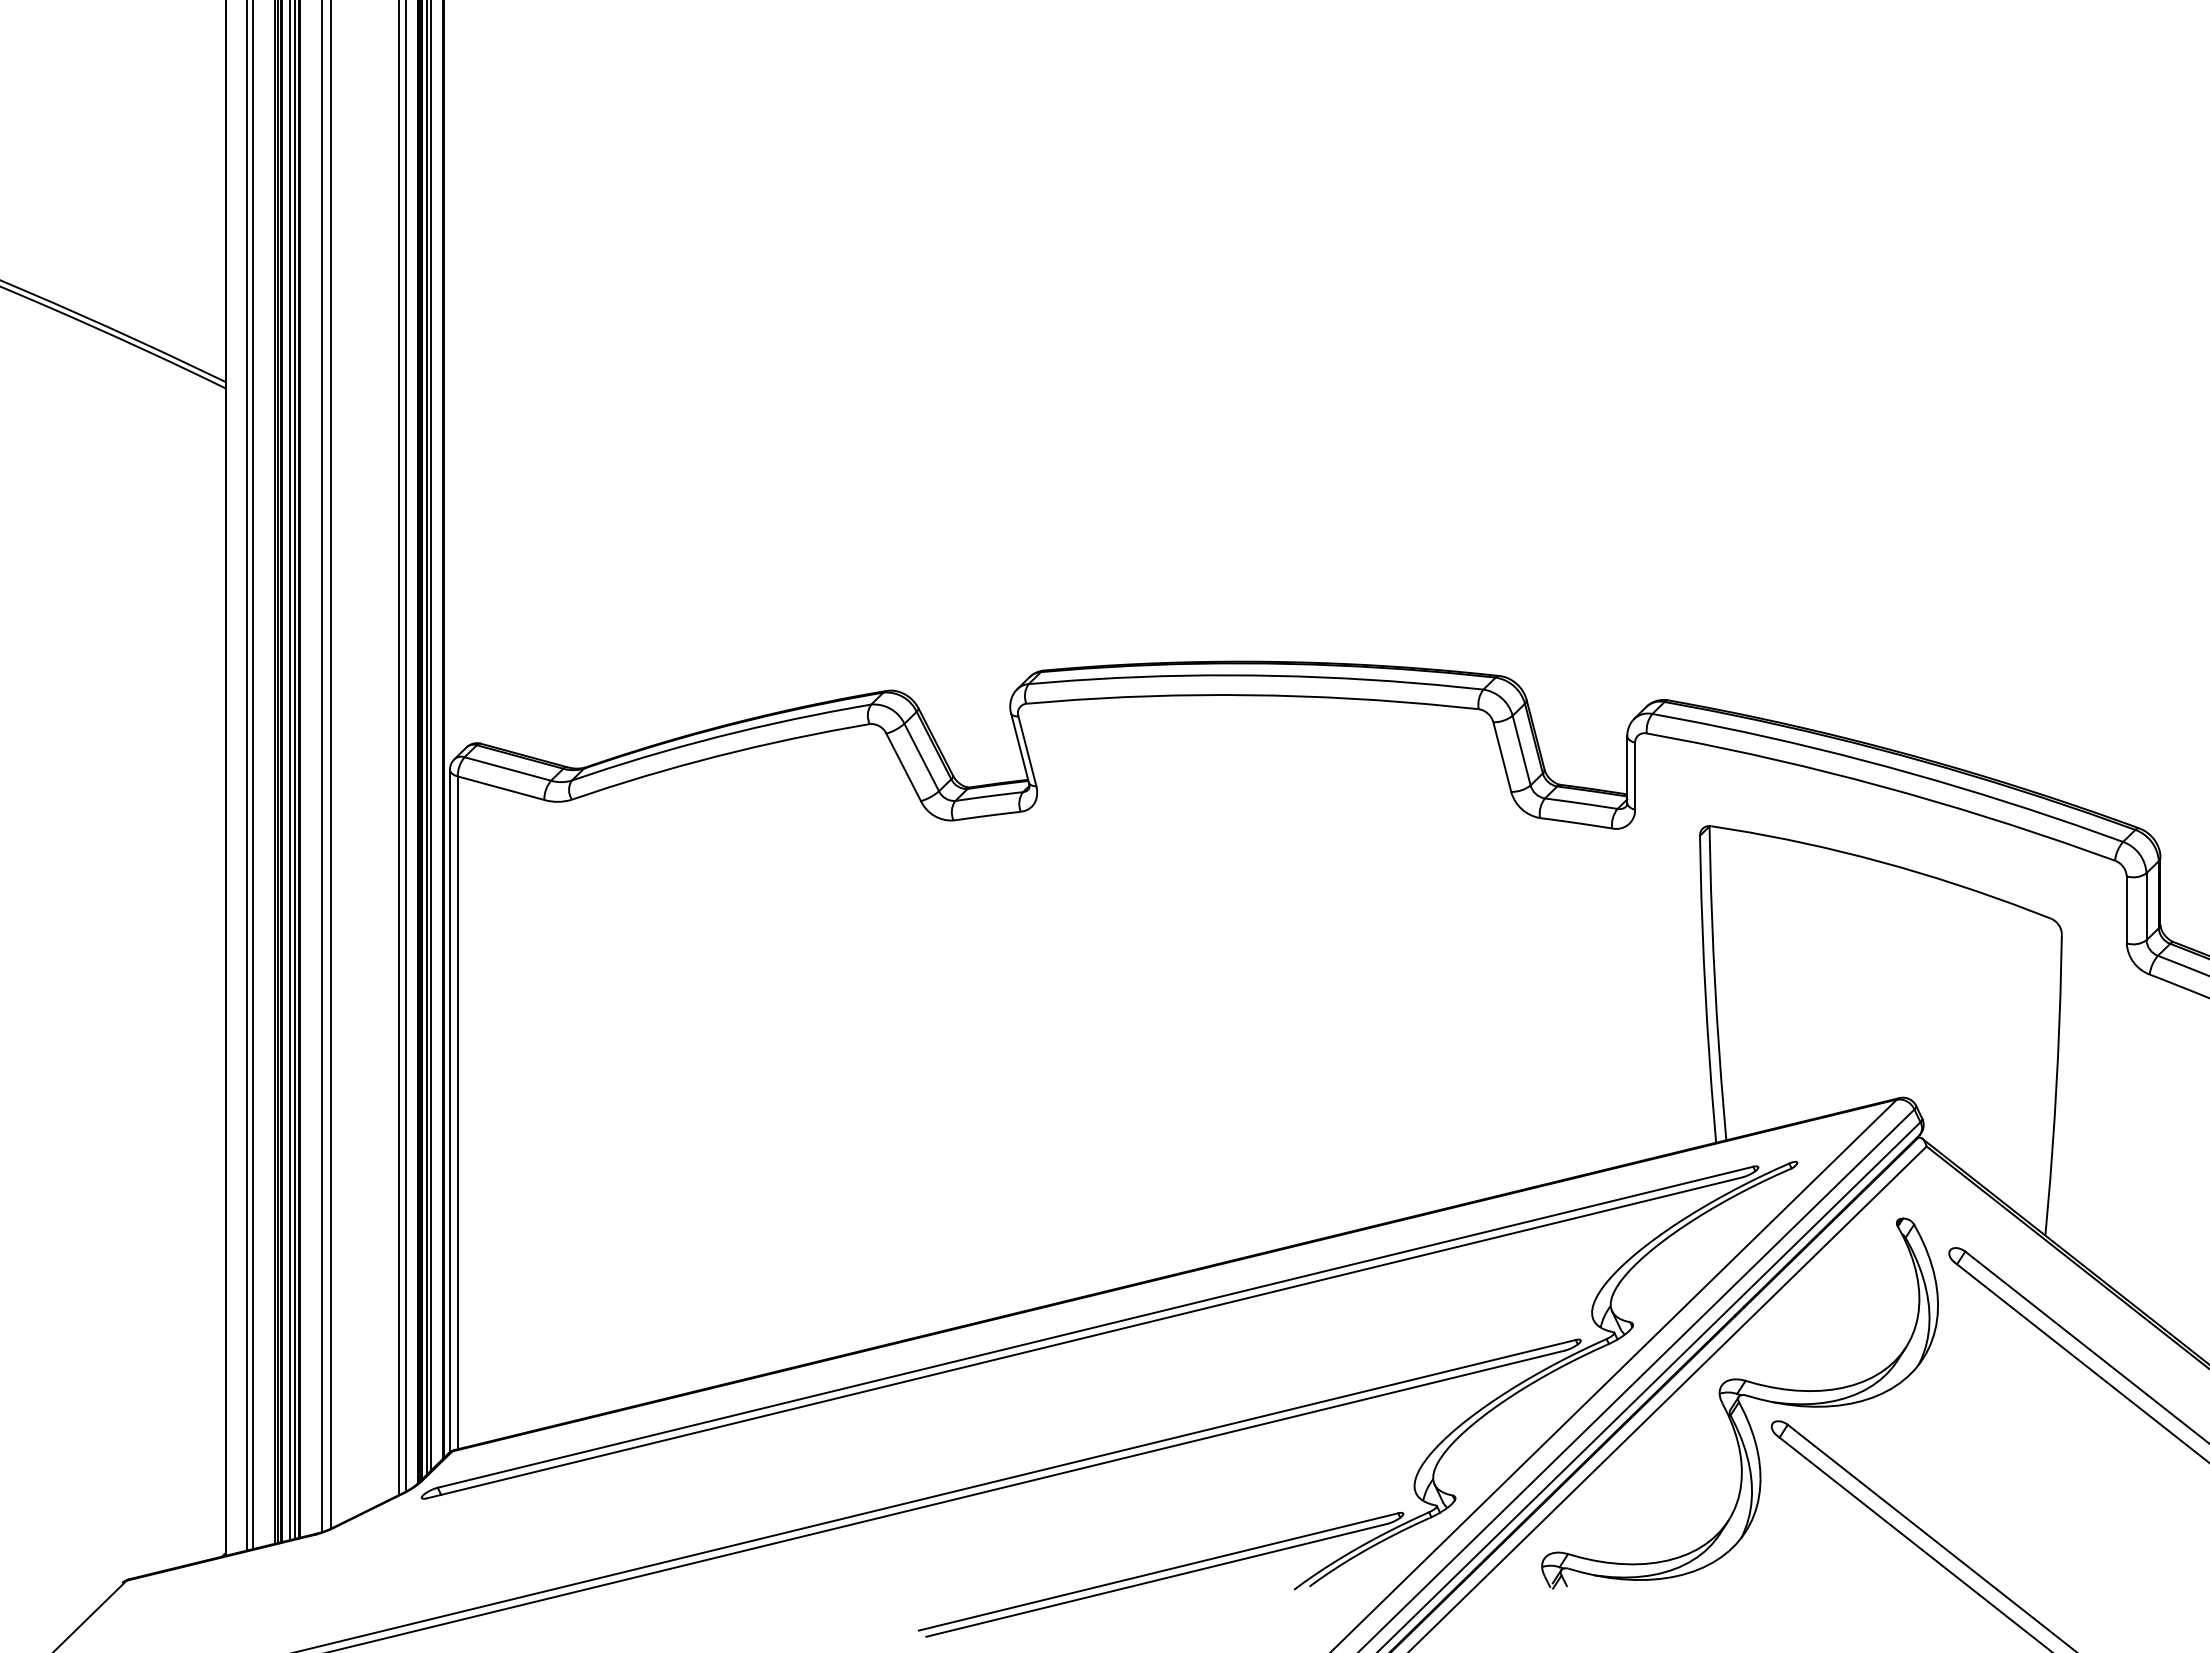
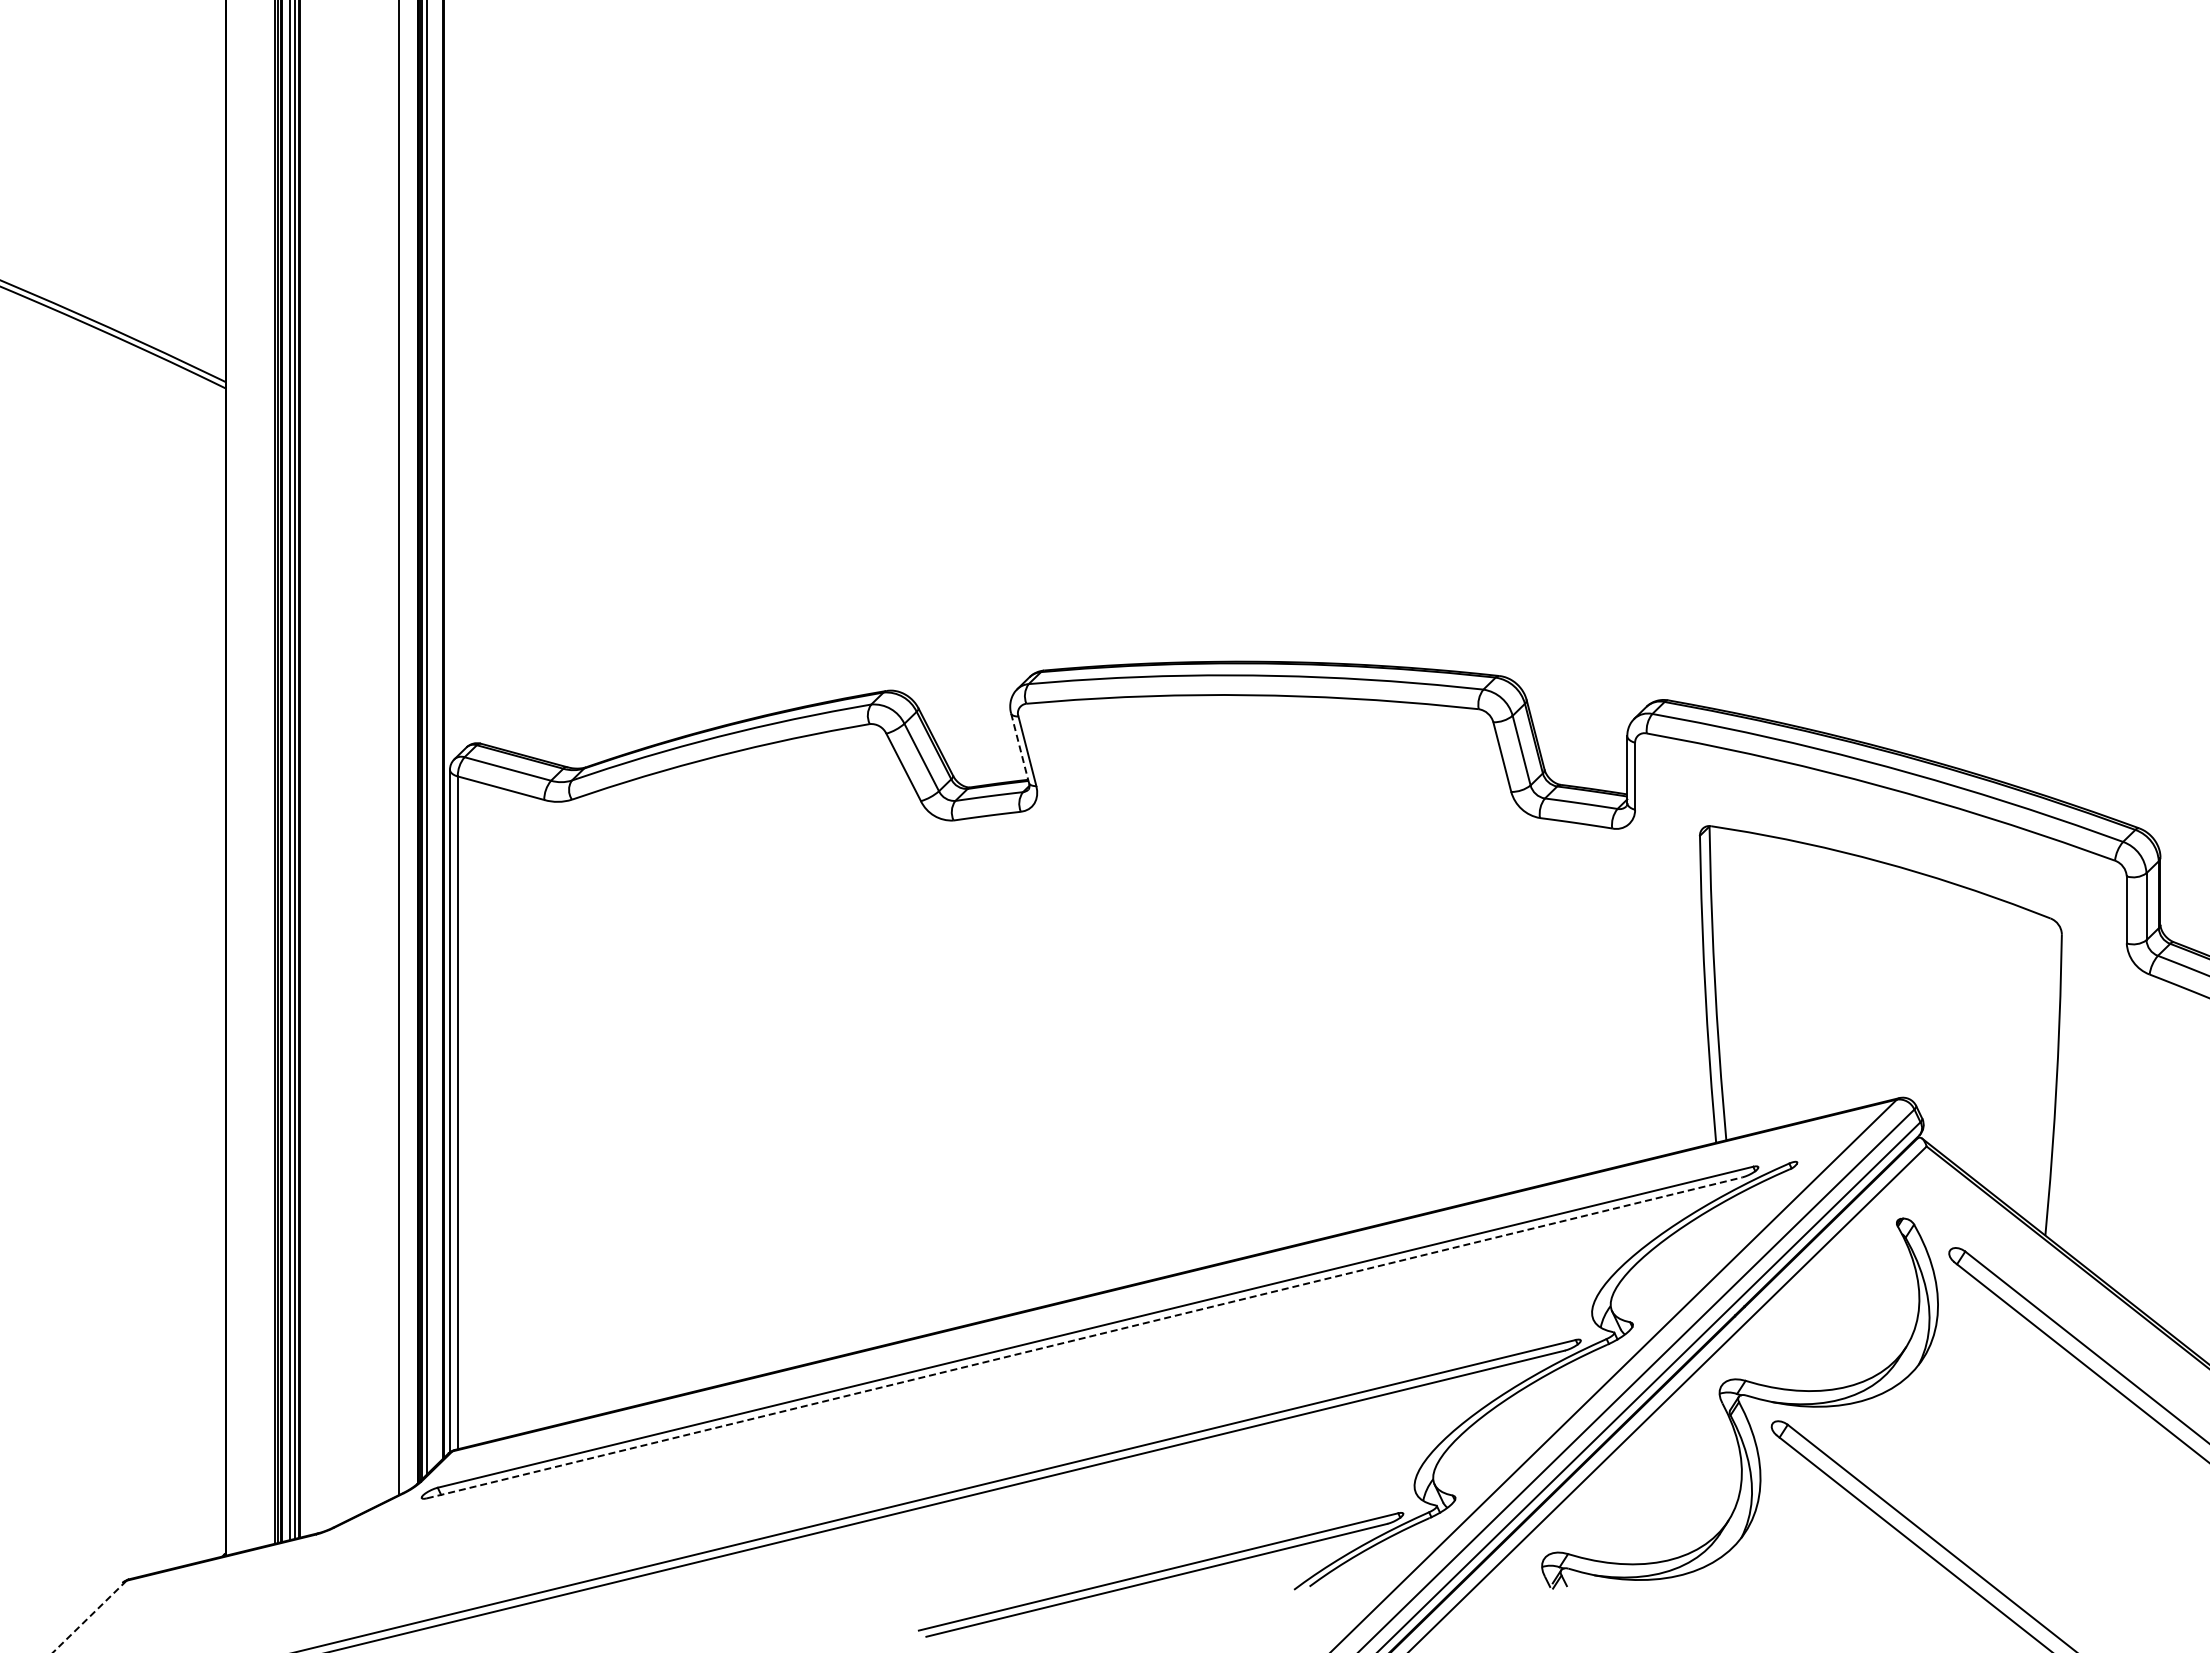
line at (431, 736): present -> none
line at (406, 746): present -> none
line at (1020, 748): solid -> dashed
line at (330, 765): present -> none
line at (321, 767): present -> none
line at (252, 775): present -> none
line at (247, 776): present -> none
line at (1085, 1337): solid -> dashed
line at (89, 1617): solid -> dashed
